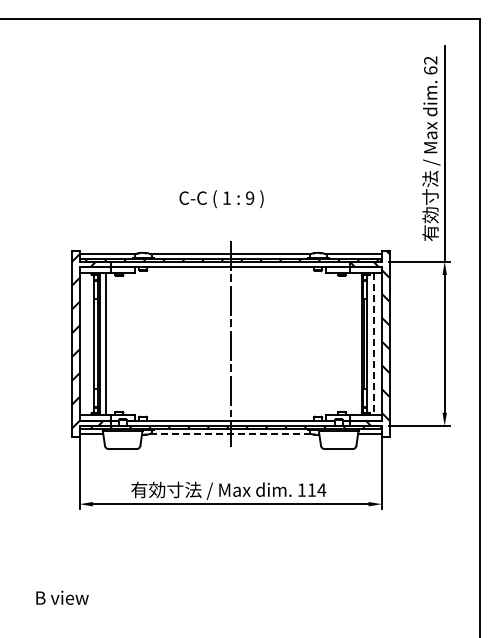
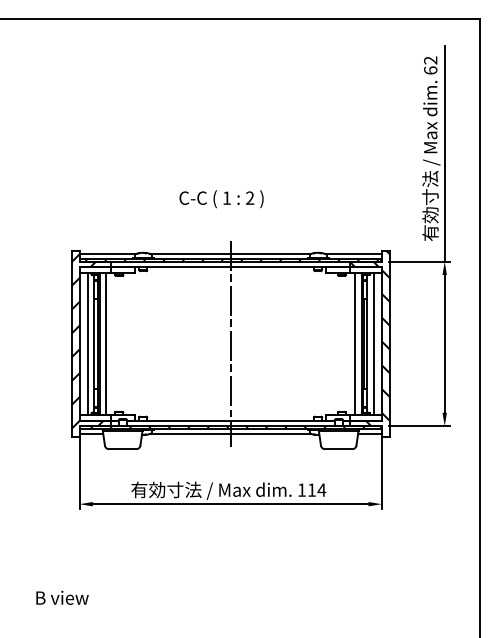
text at (250, 198): 9 -> 2
line at (87, 343): none -> present
line at (355, 343): none -> present
line at (373, 344): dashed -> solid
line at (230, 434): dashed -> solid
